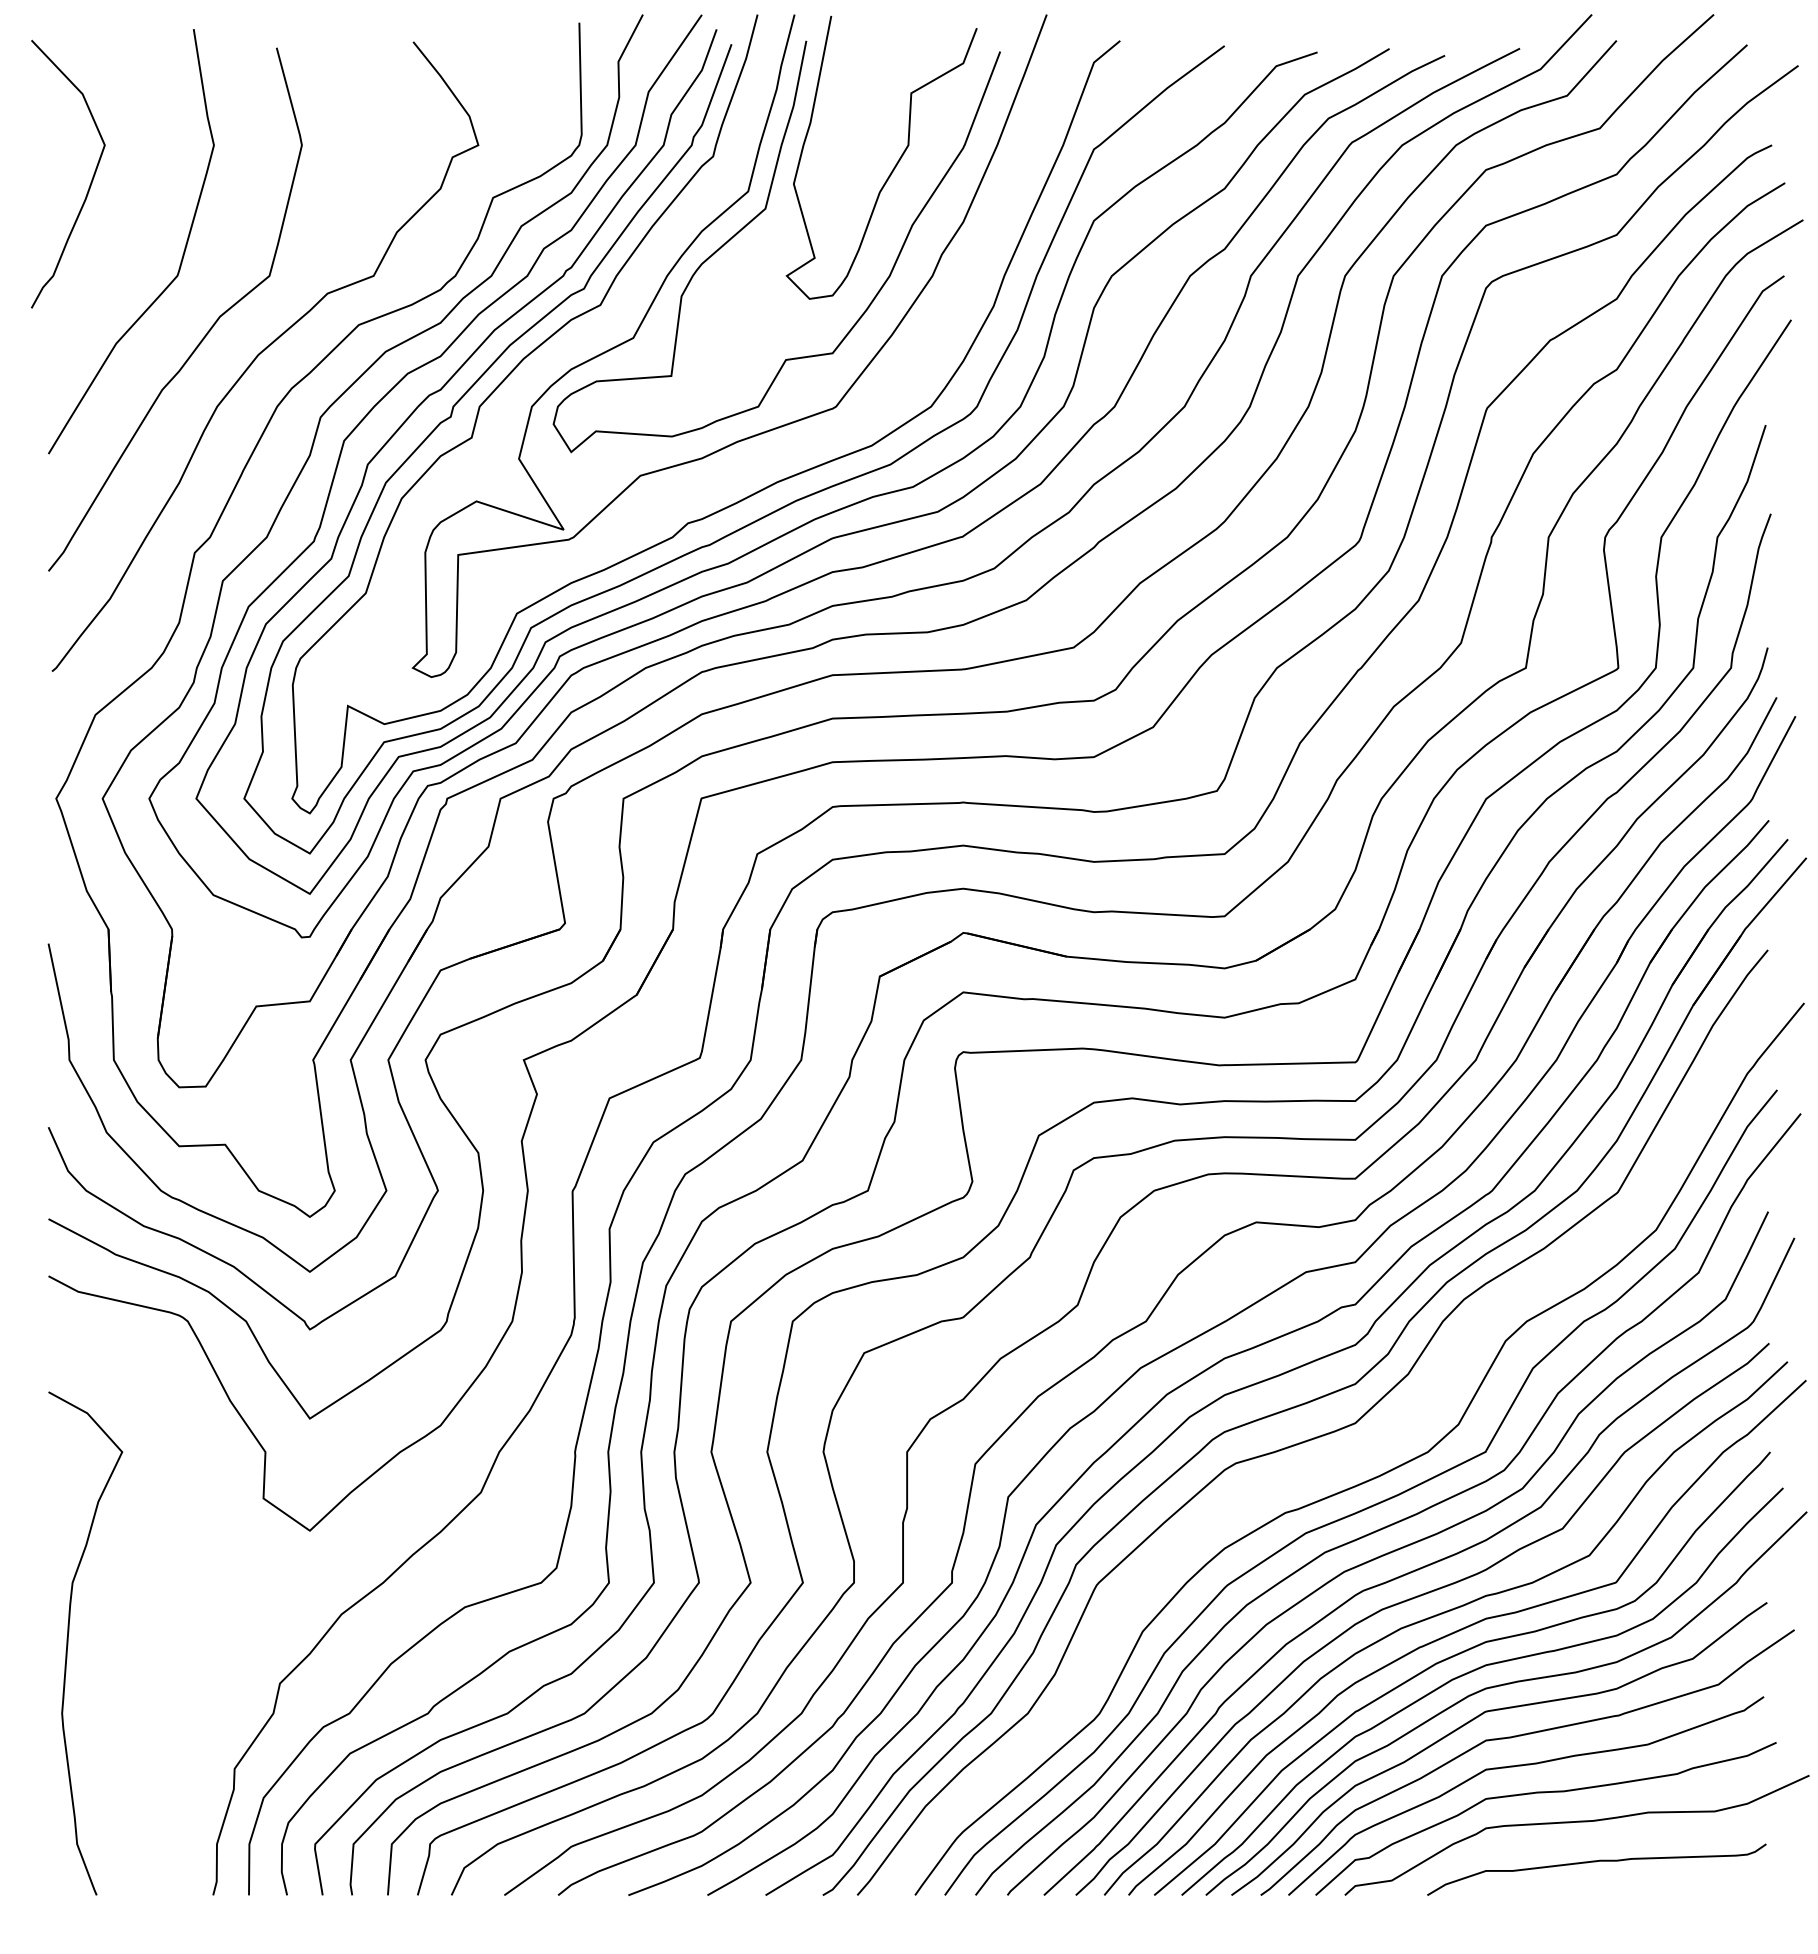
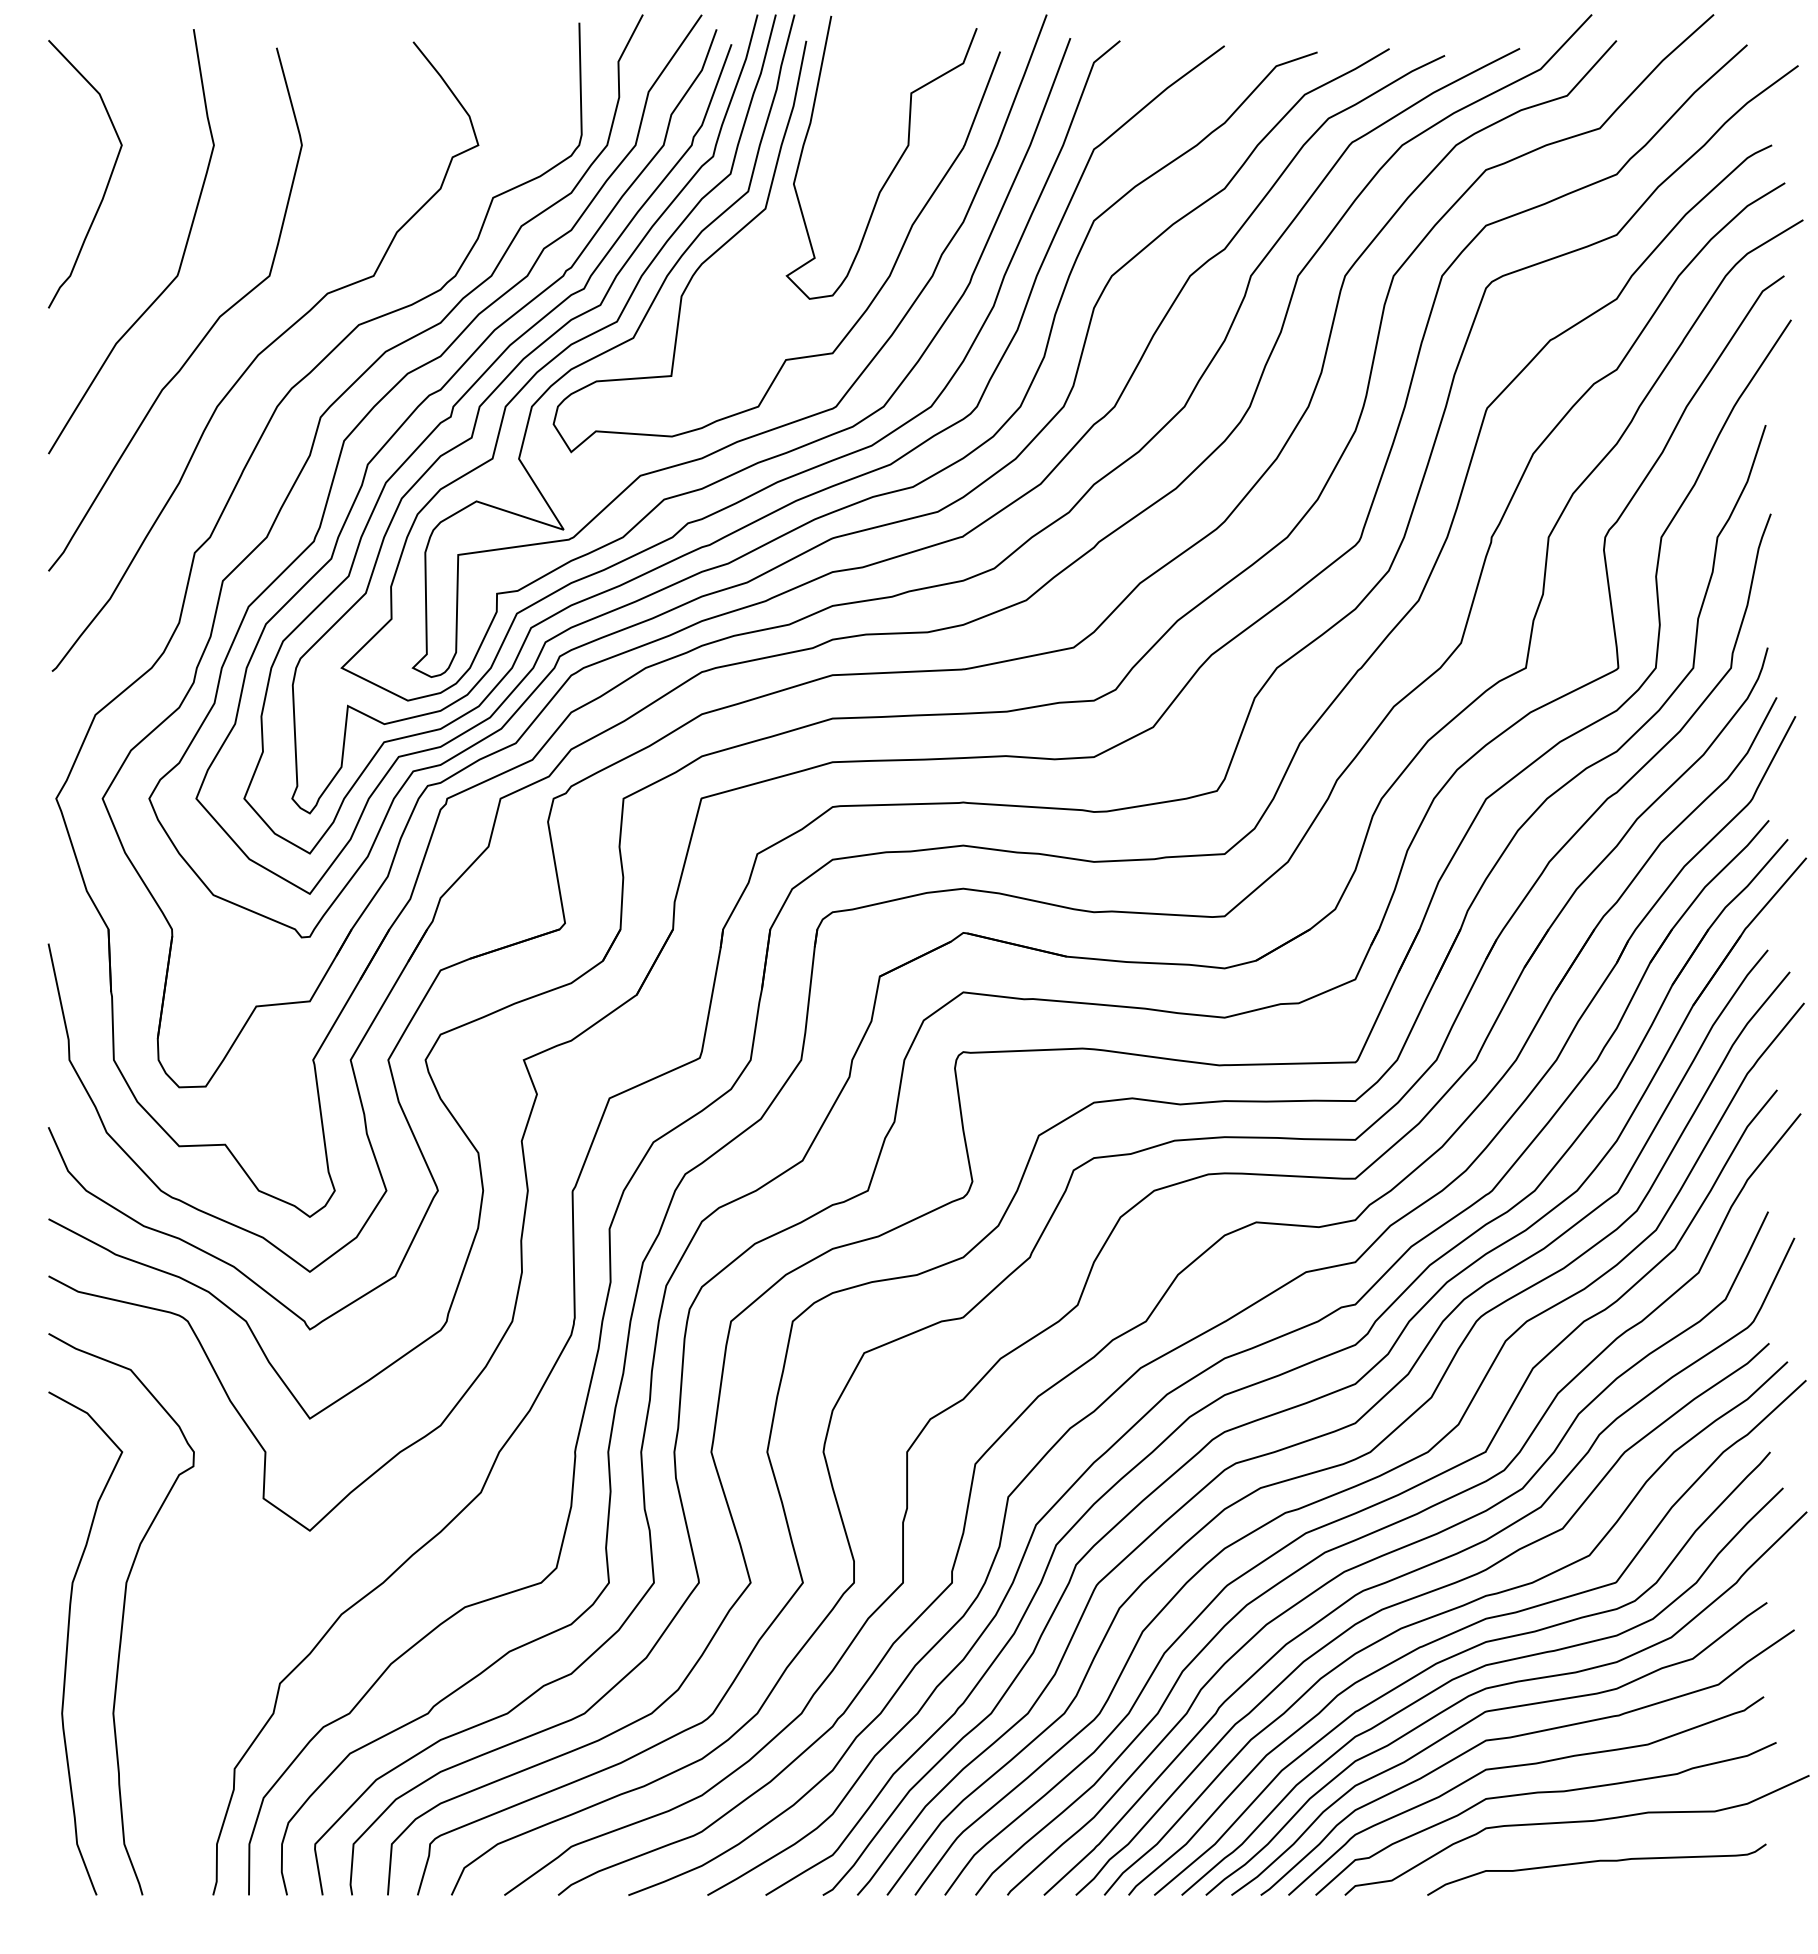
curve at (90, 182) position: (90, 182) -> (107, 182)
curve at (624, 310): none -> present
curve at (1351, 1459): none -> present
curve at (122, 1614): none -> present
